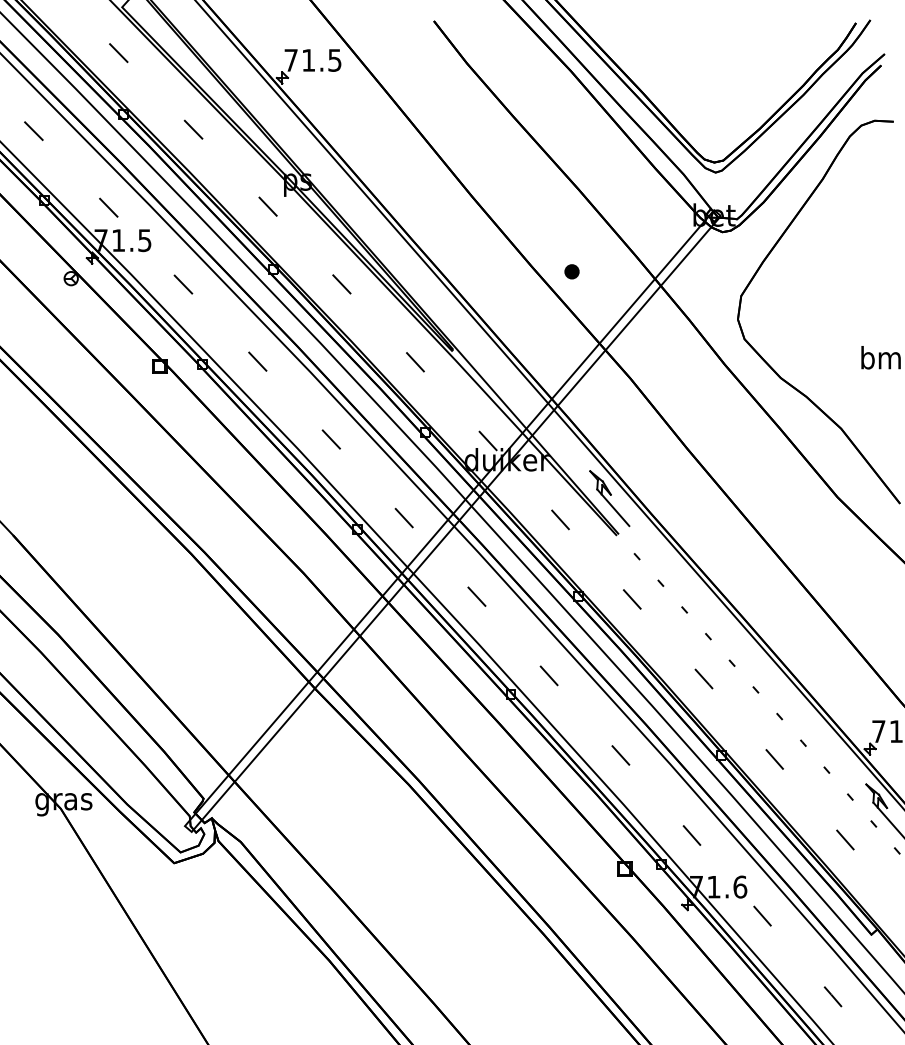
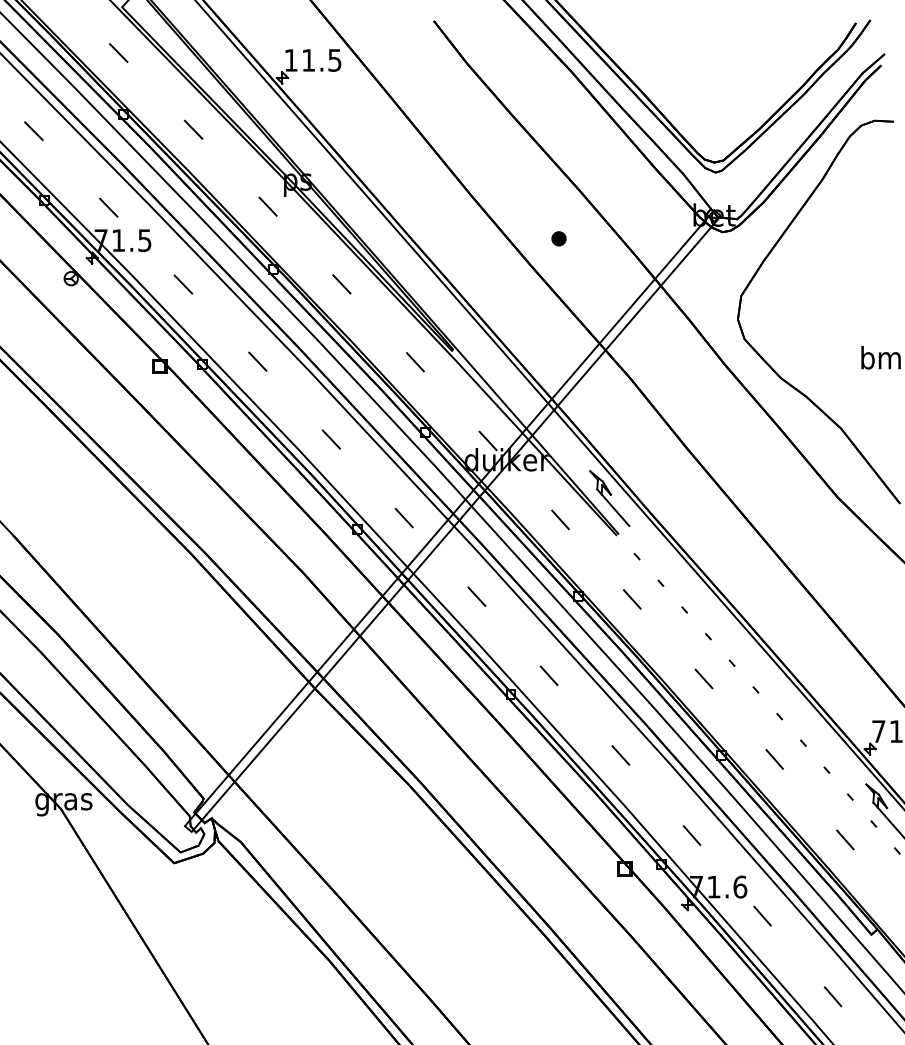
text at (290, 60): 71.5 -> 11.5
part at (571, 271) position: (571, 271) -> (558, 238)
